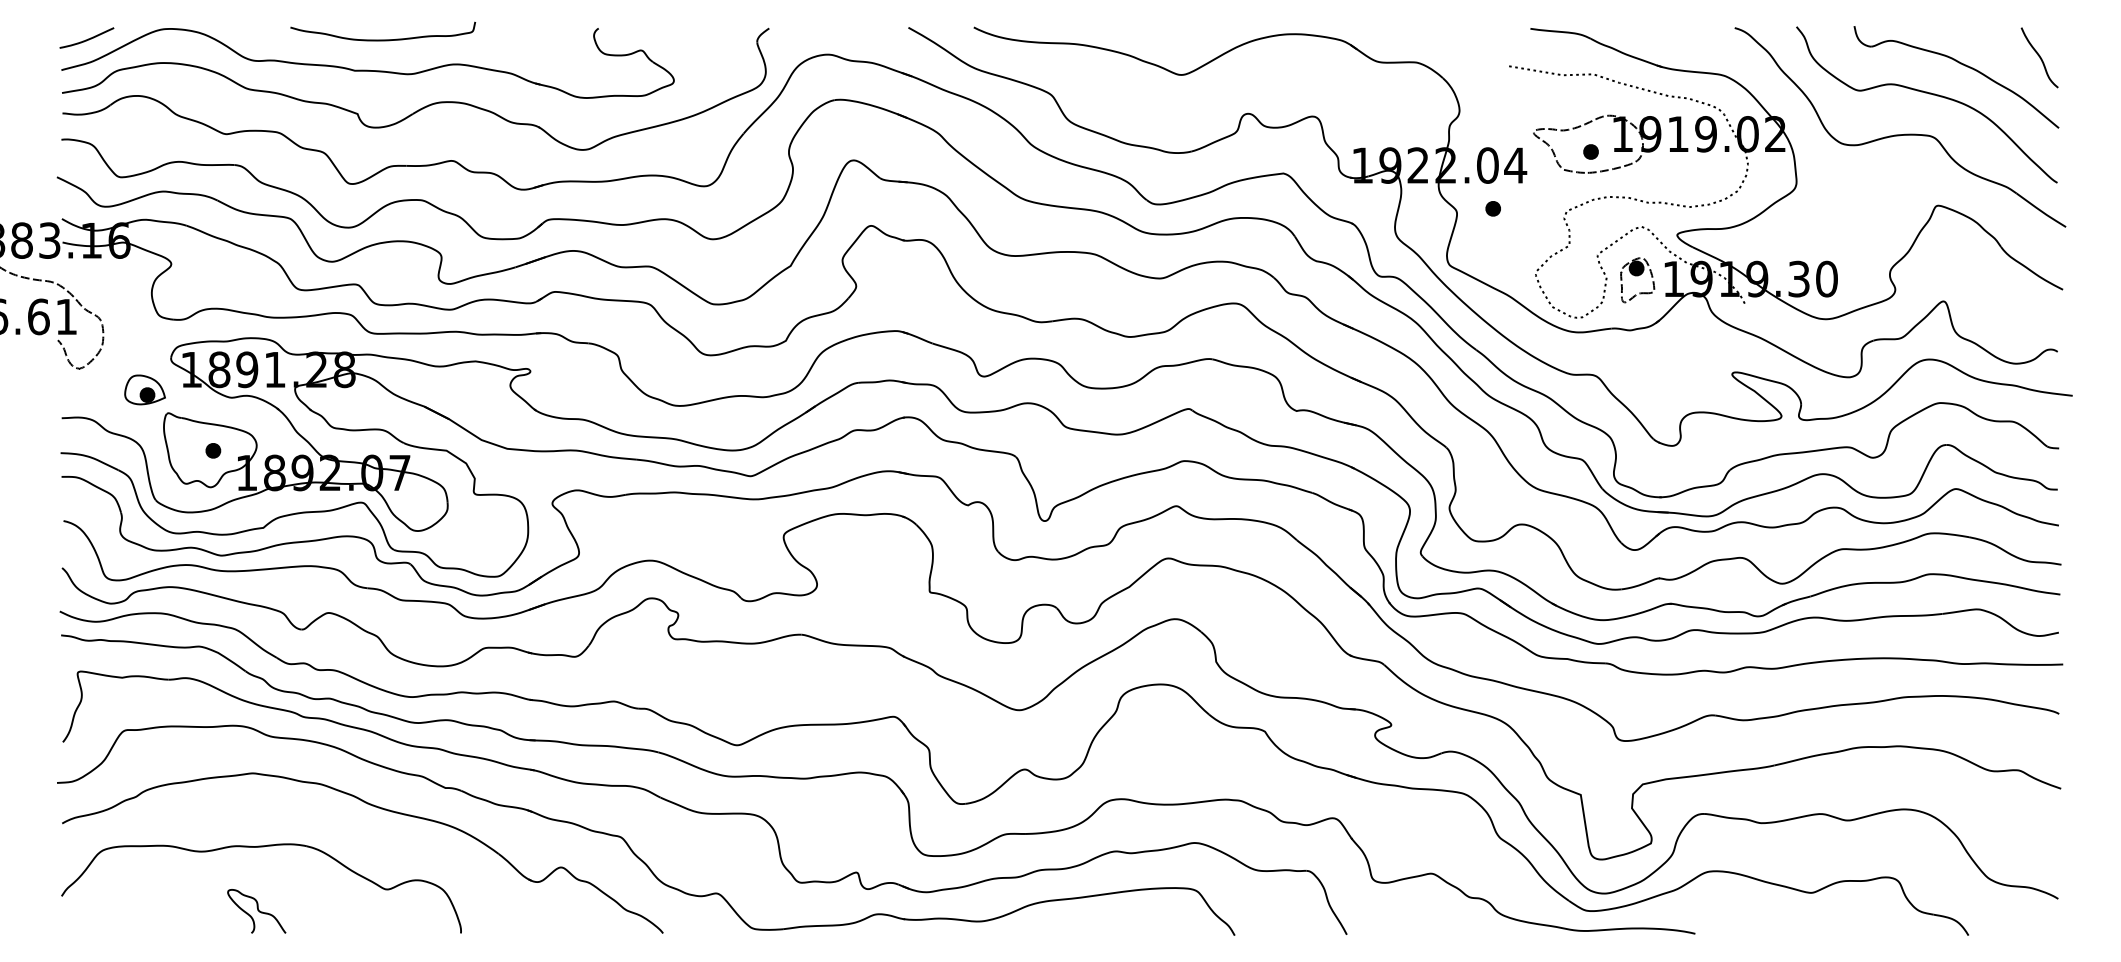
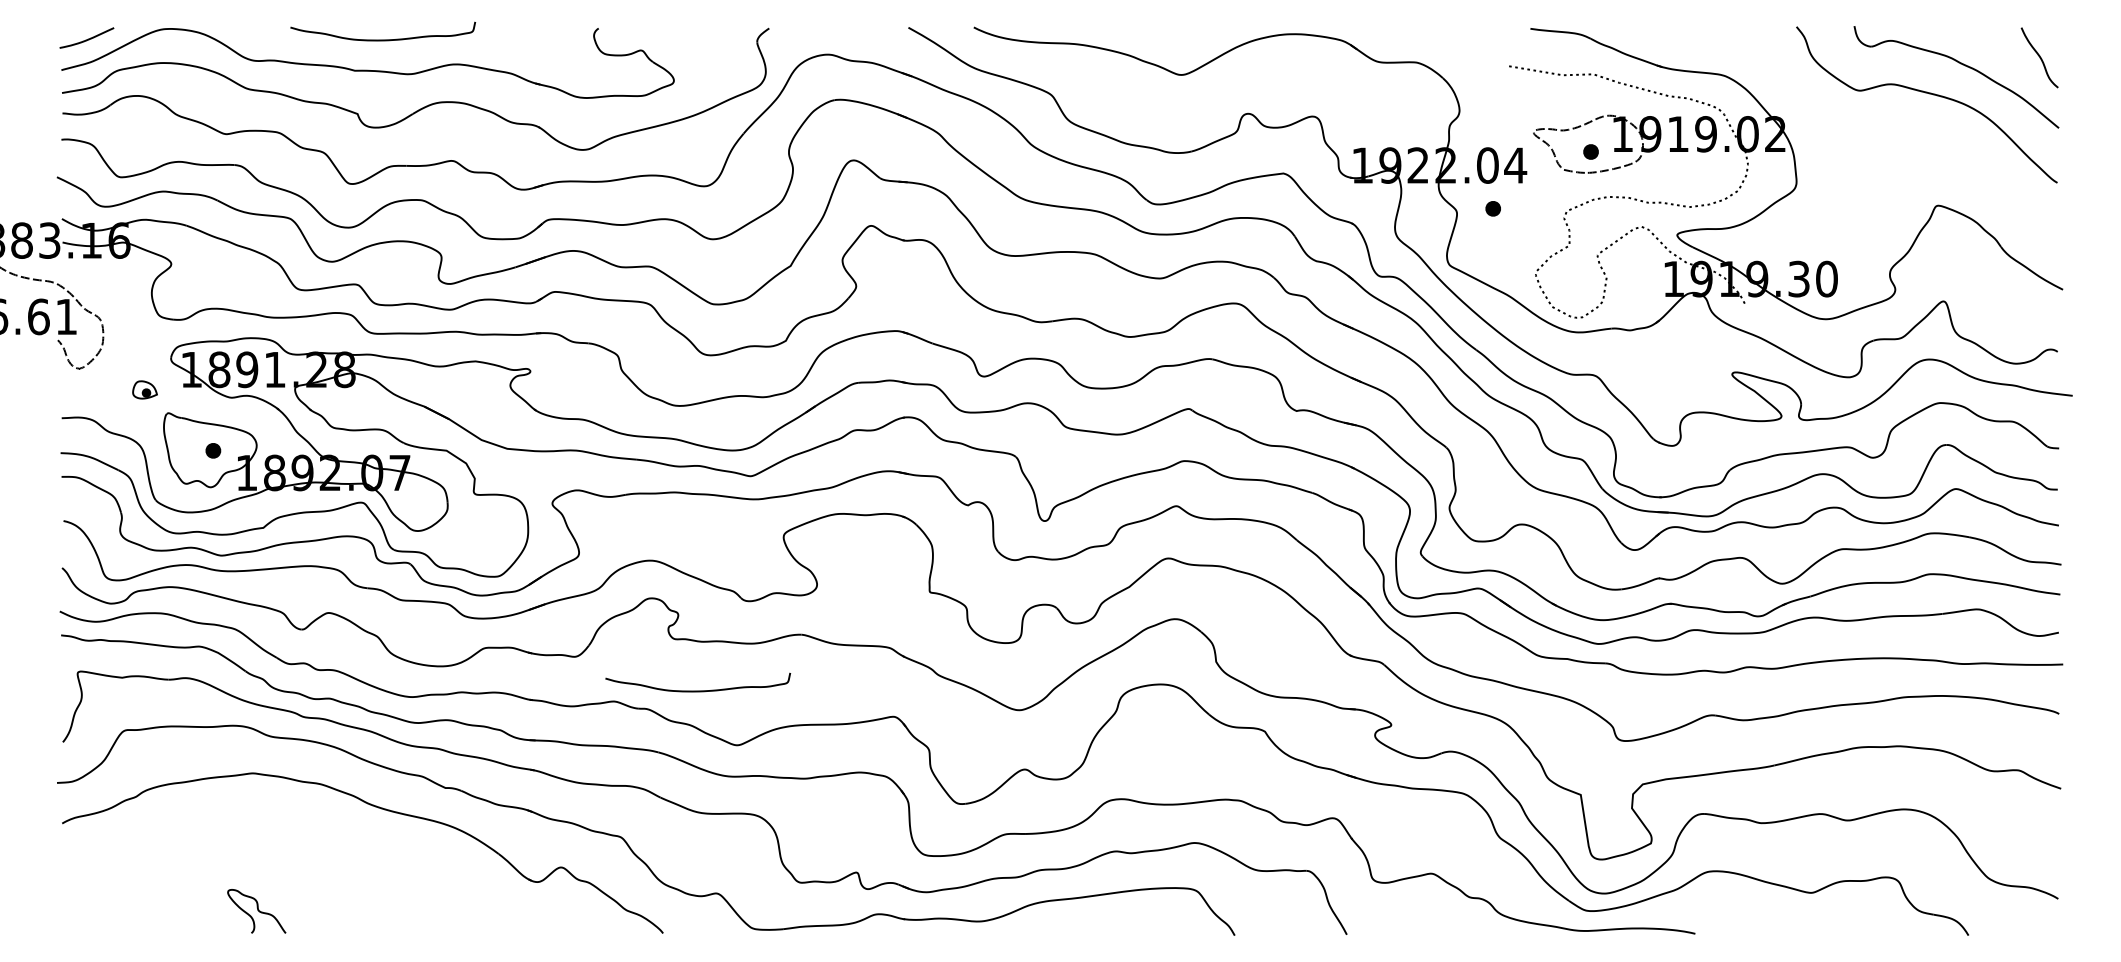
part at (1900, 134): present -> none
part at (1637, 280): present -> none
part at (144, 389) size: 42x32 px -> 26x20 px
curve at (698, 690): none -> present
part at (261, 847): present -> none
